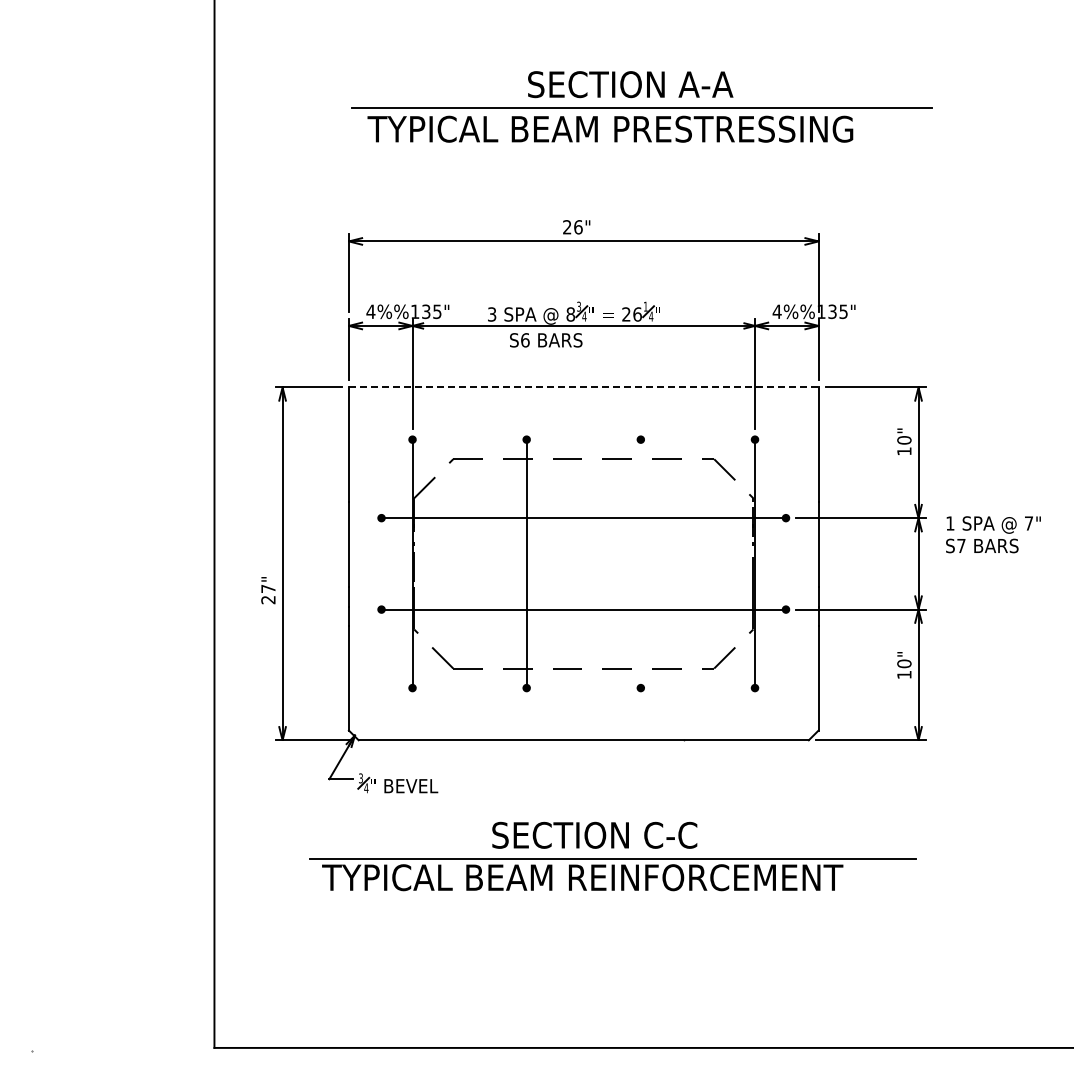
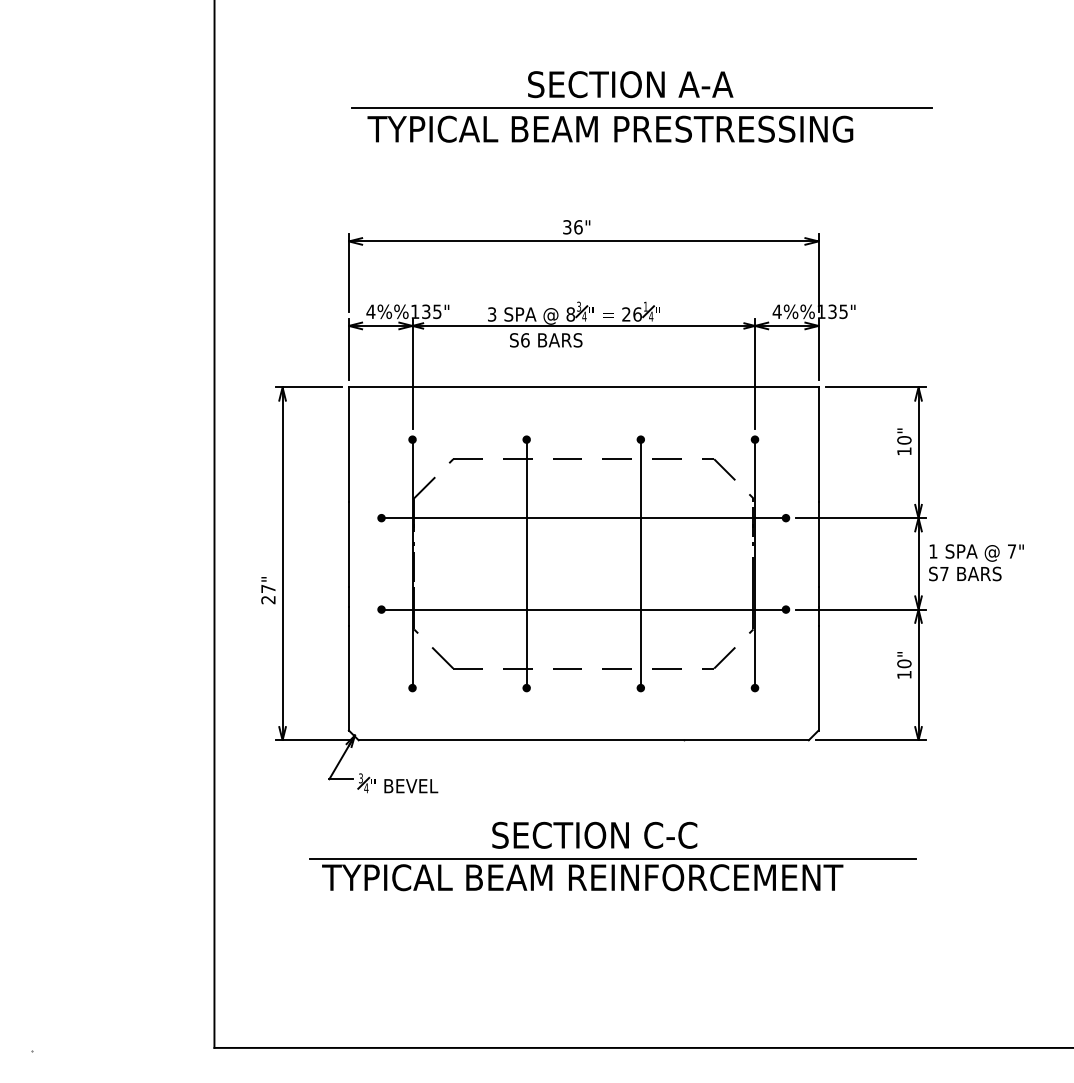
text at (567, 227): 26" -> 36"
line at (583, 387): dashed -> solid
text at (993, 534) position: (993, 534) -> (976, 562)
line at (640, 563): none -> present
